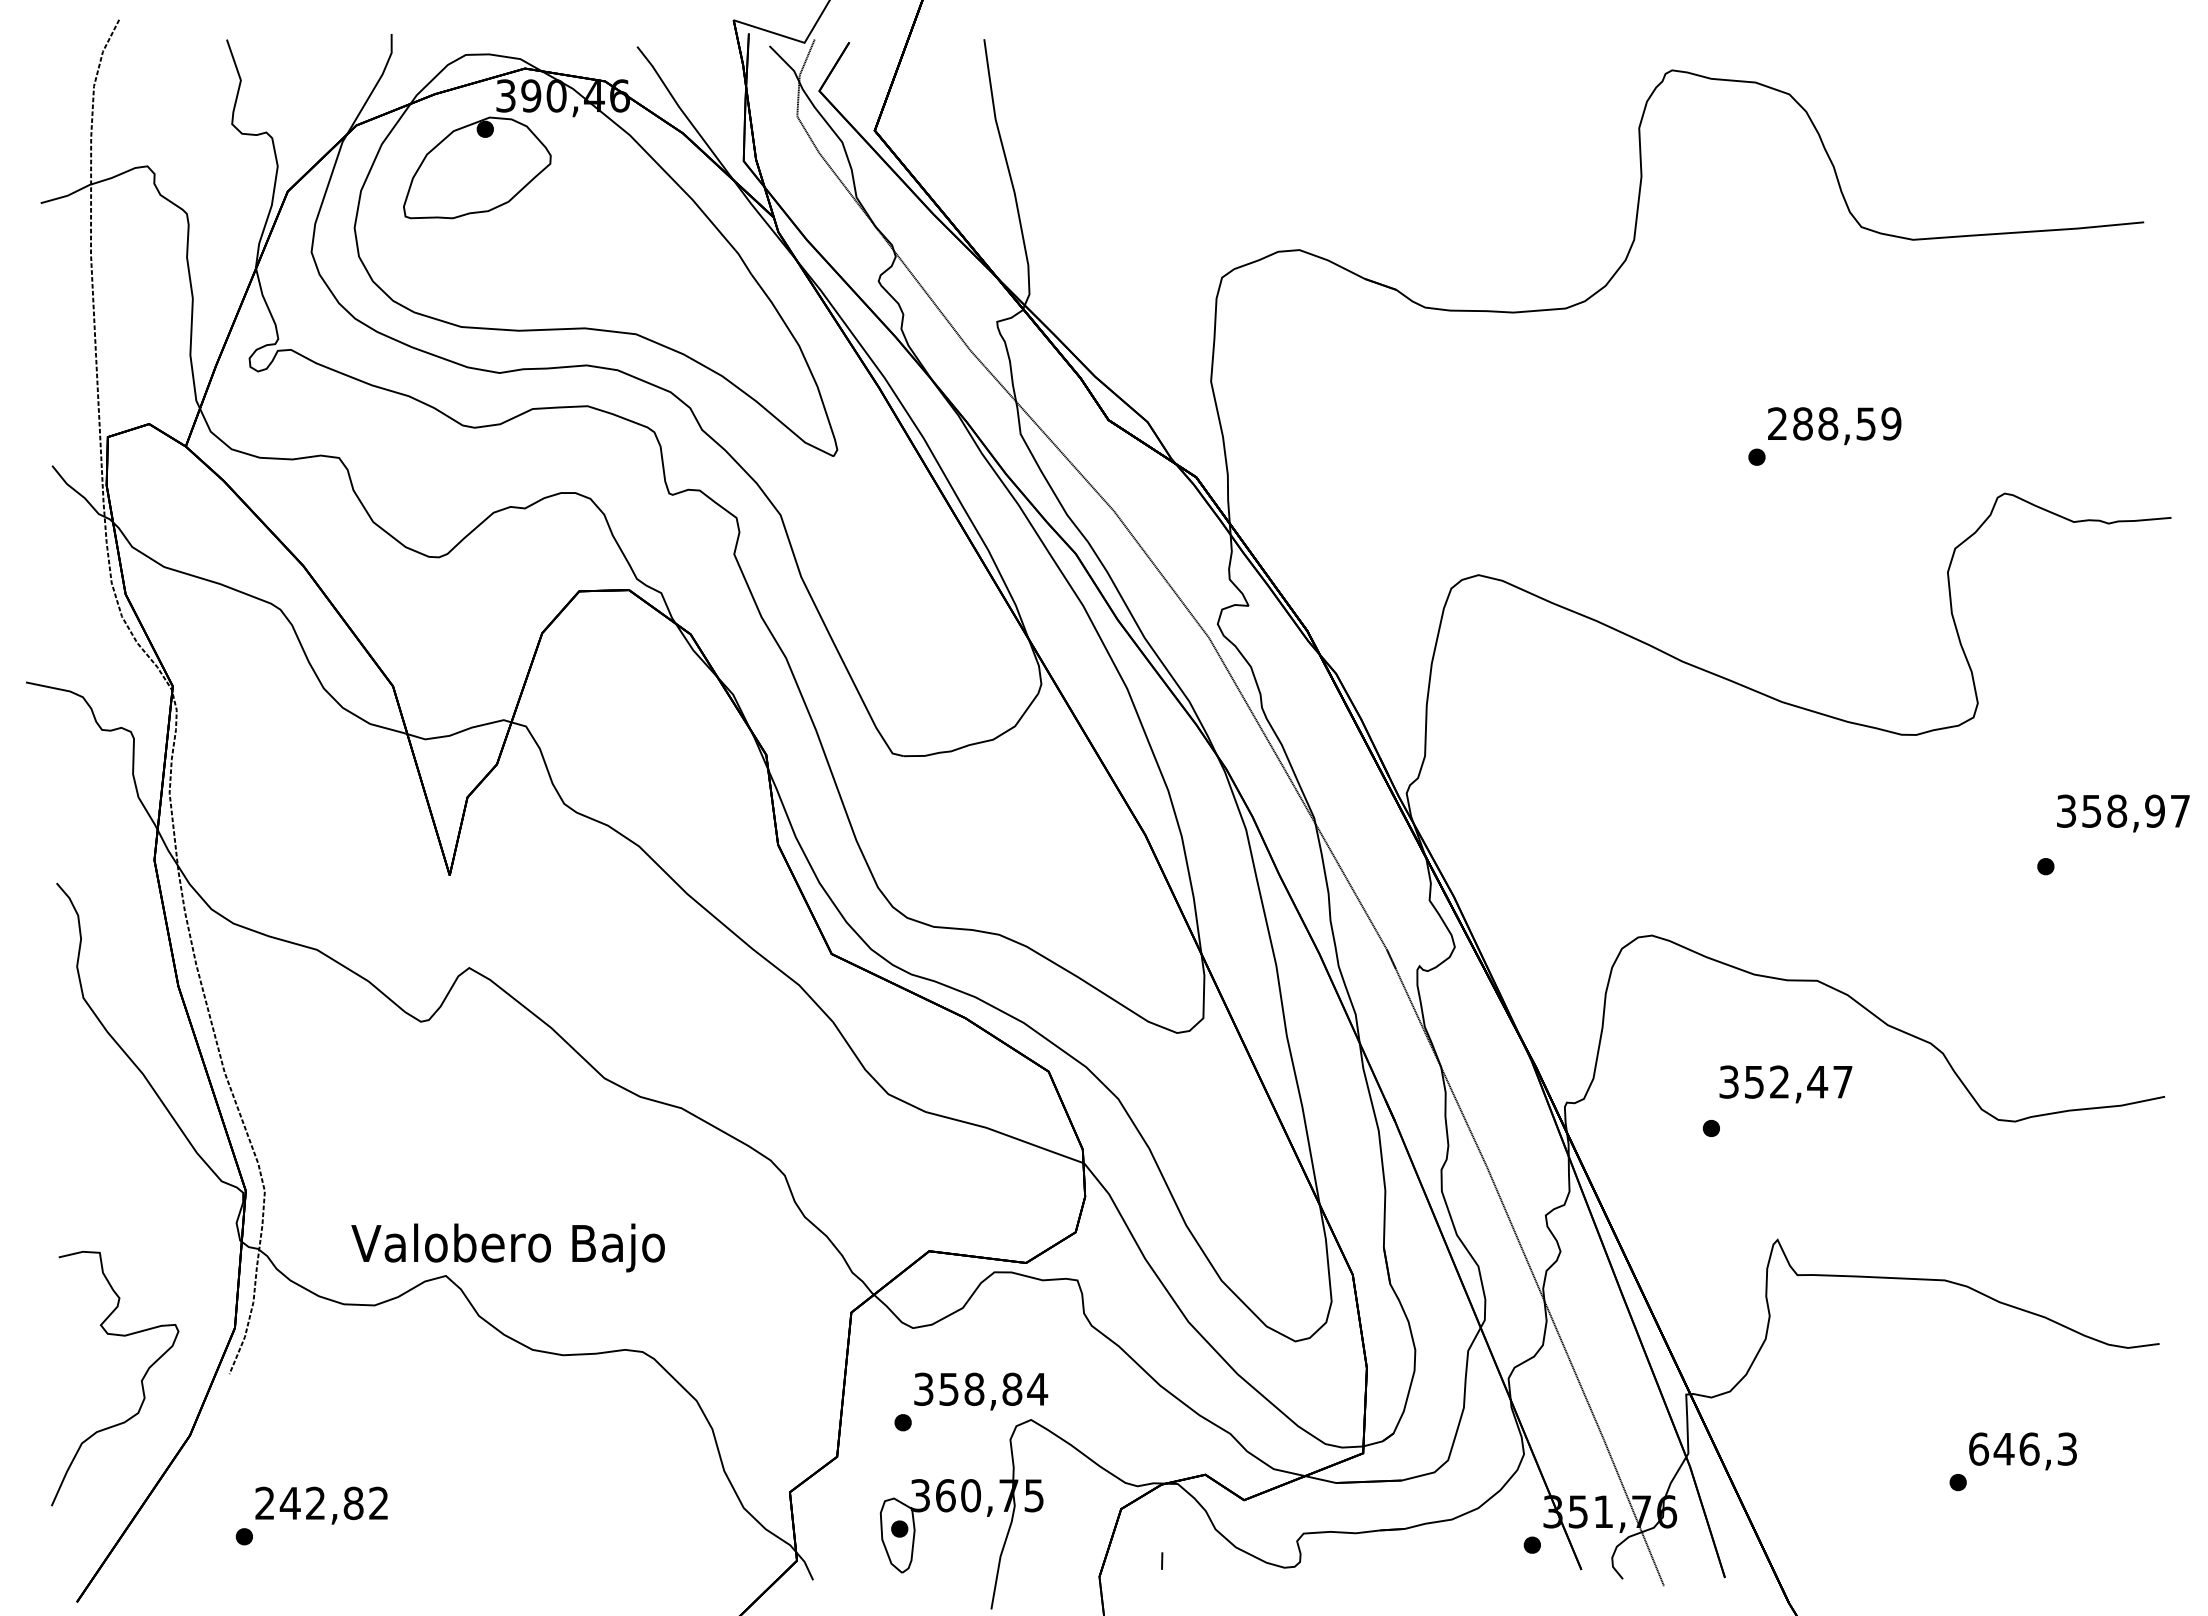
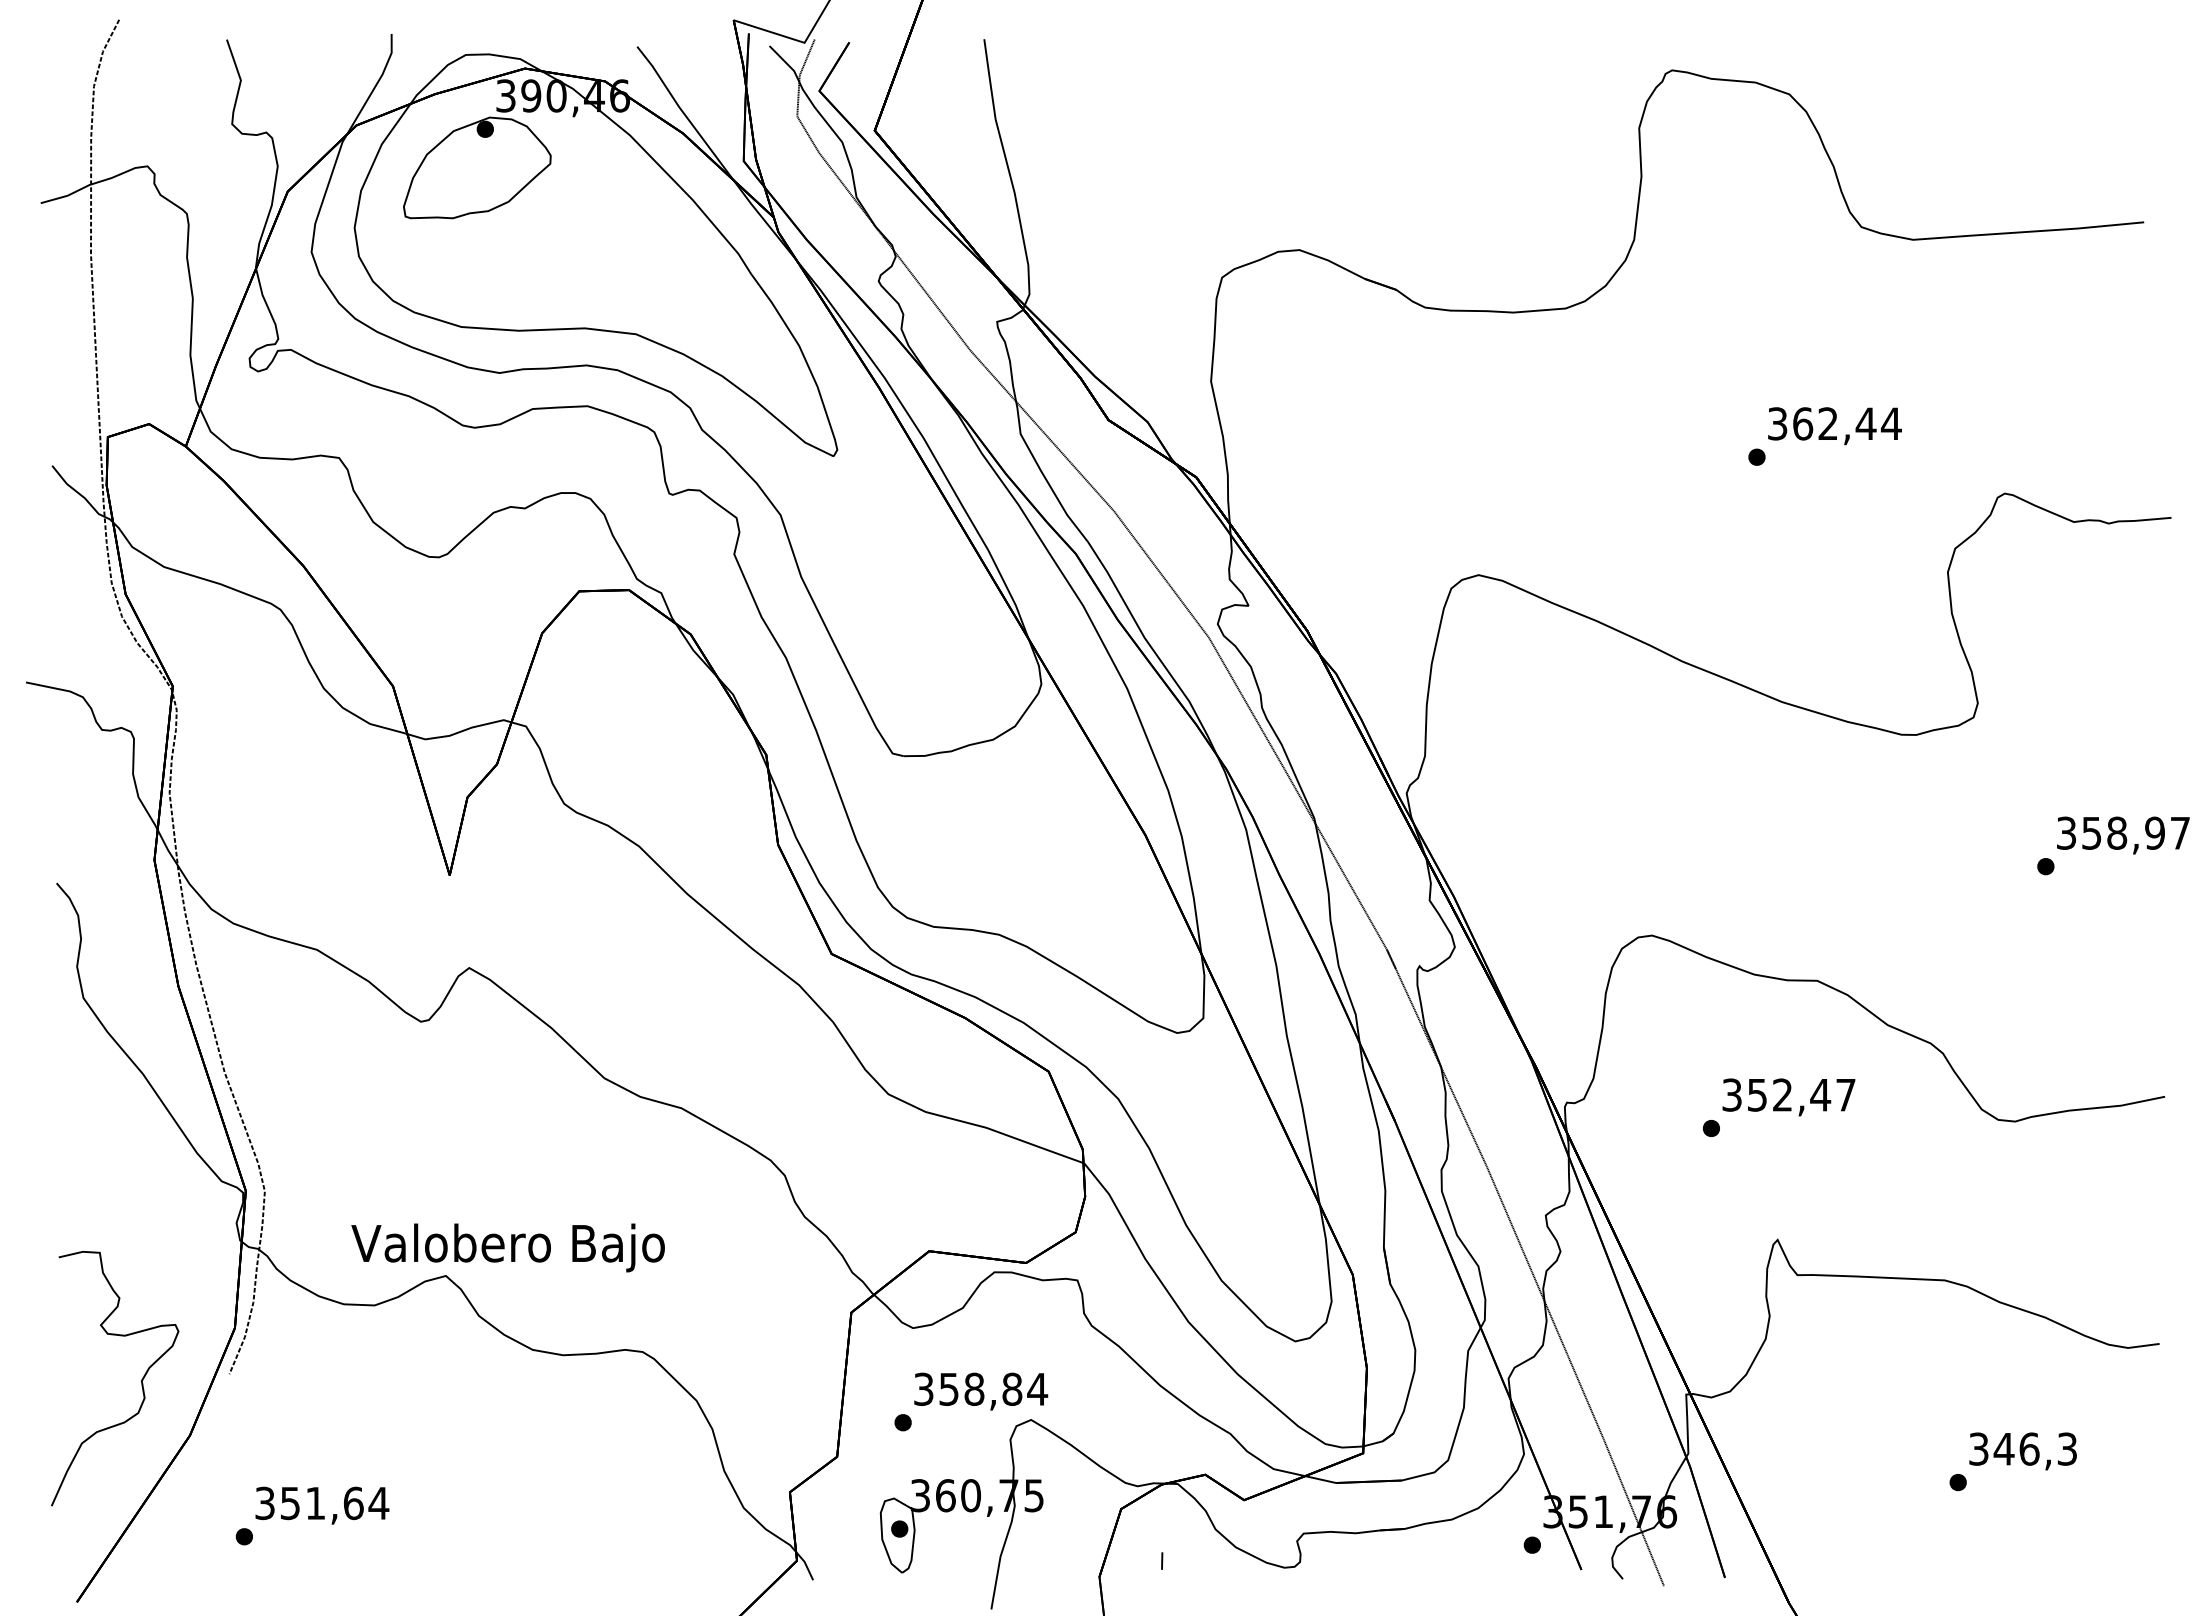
text at (1834, 423): 288,59 -> 362,44
text at (2123, 813) position: (2123, 813) -> (2123, 835)
text at (1785, 1084) position: (1785, 1084) -> (1788, 1097)
text at (1979, 1448): 646,3 -> 346,3
text at (322, 1503): 242,82 -> 351,64
